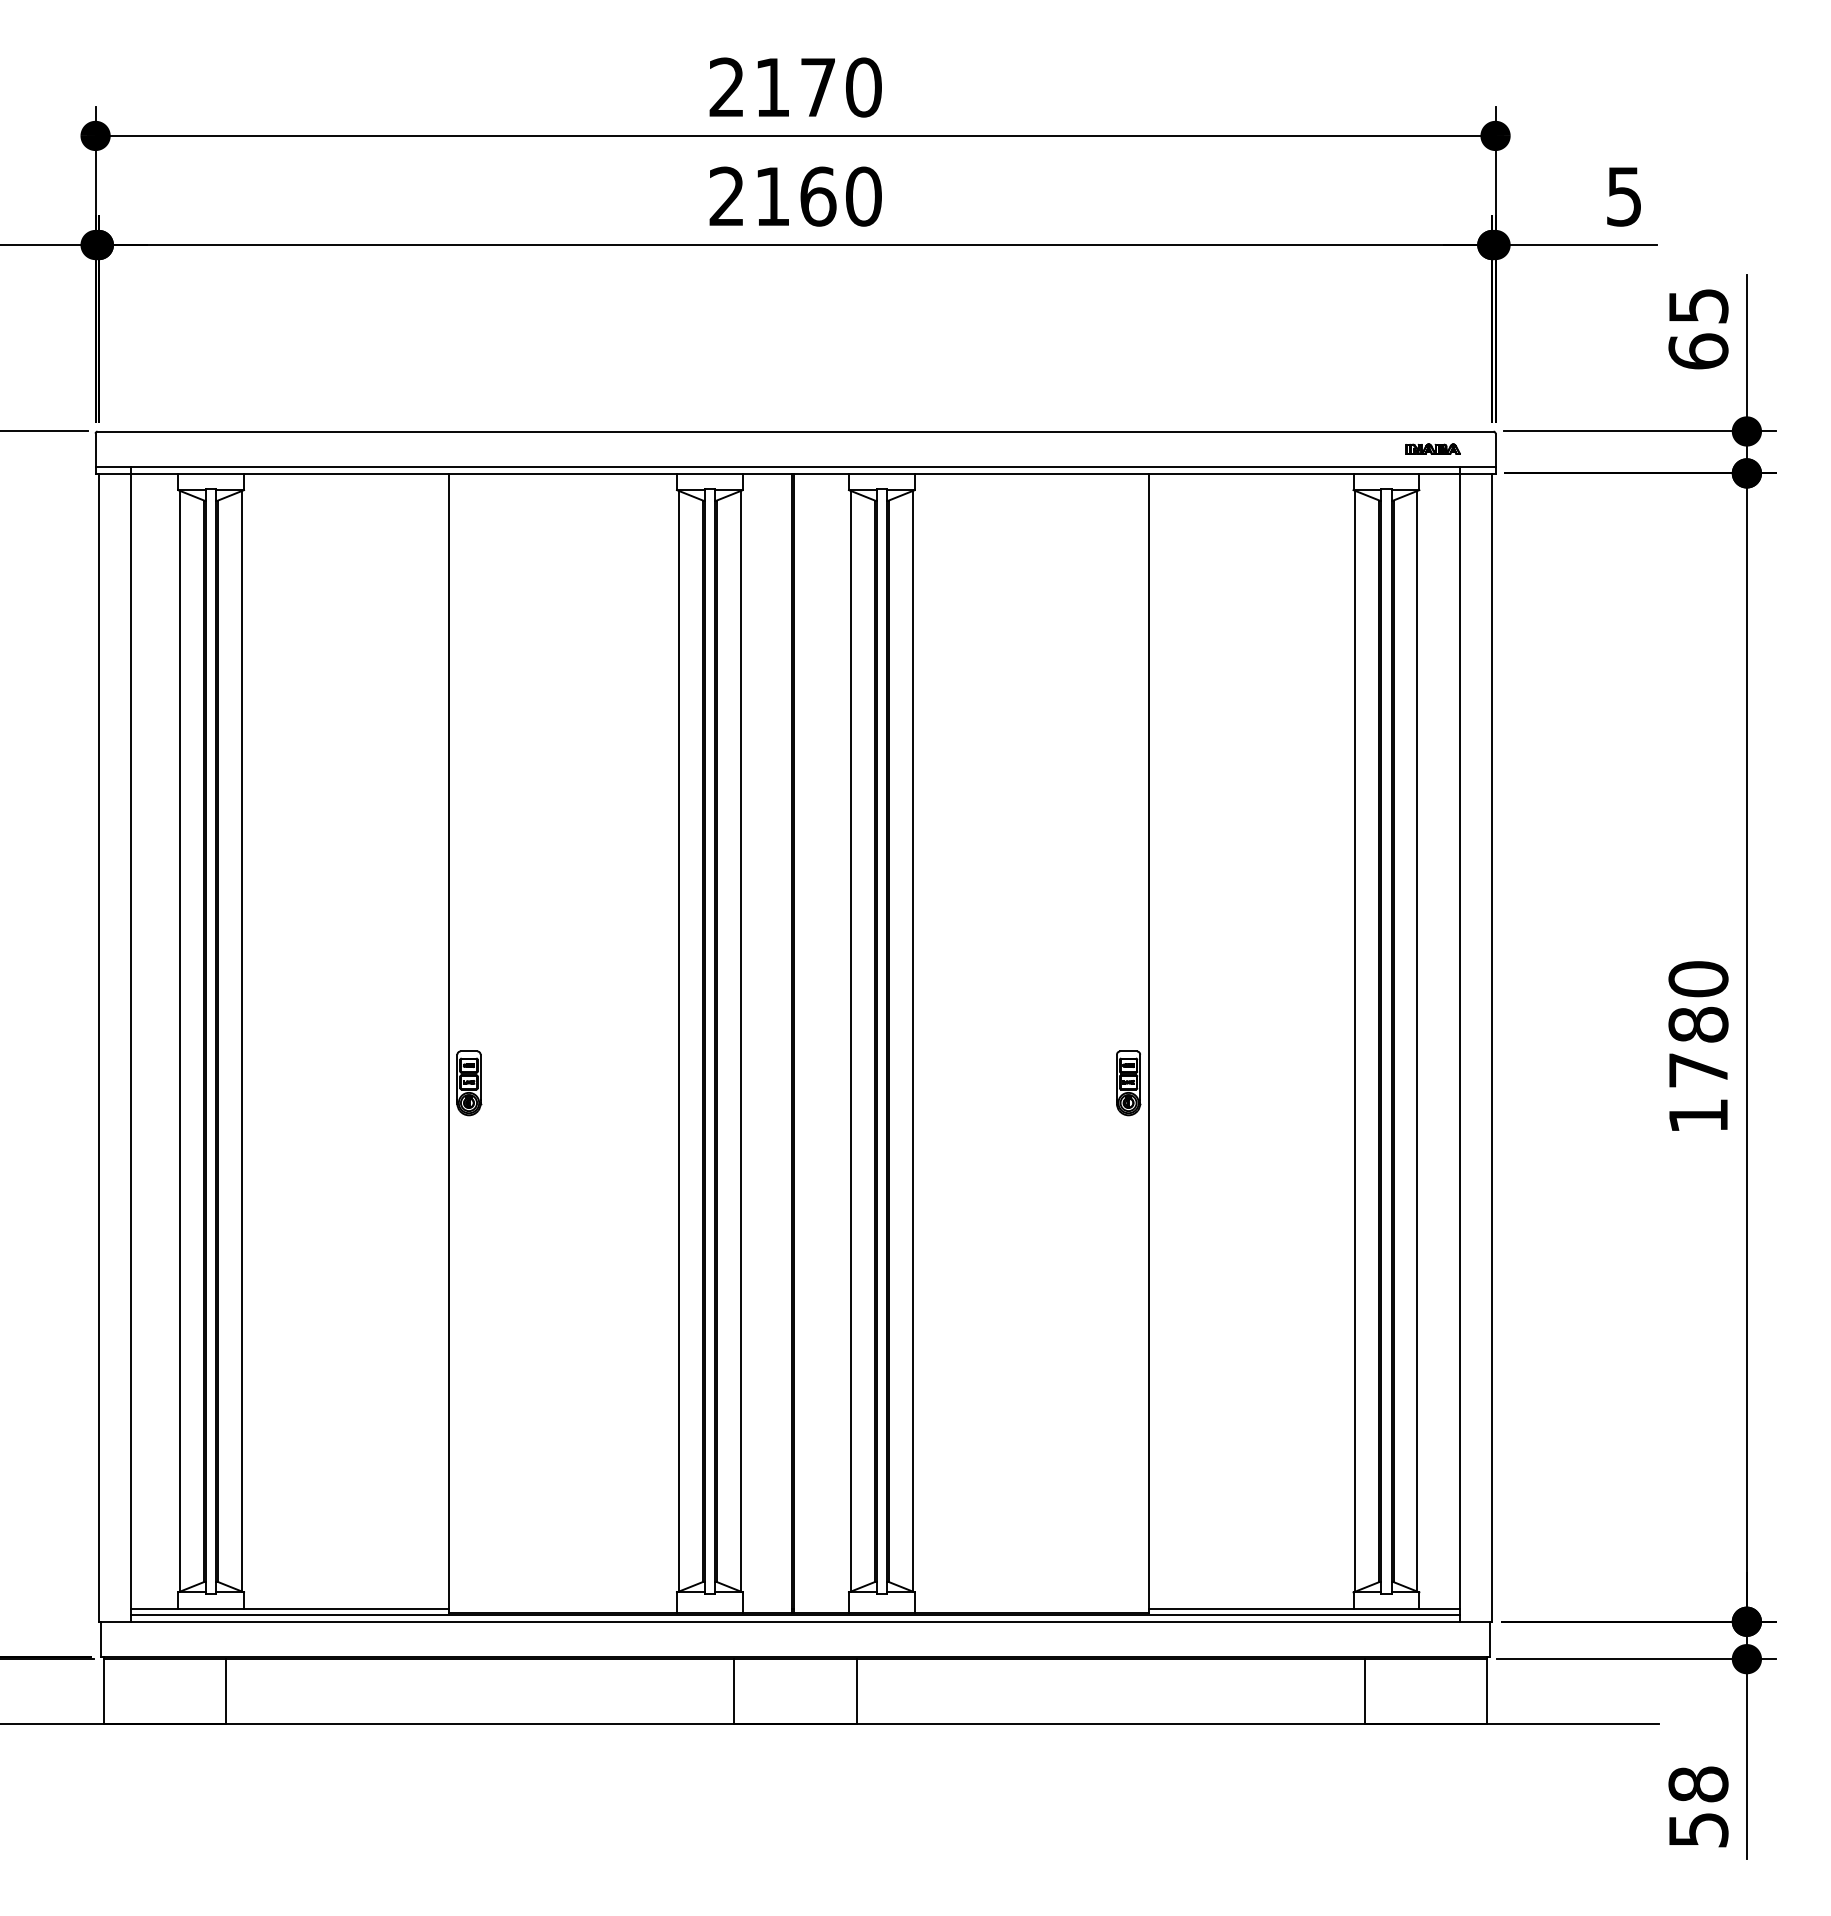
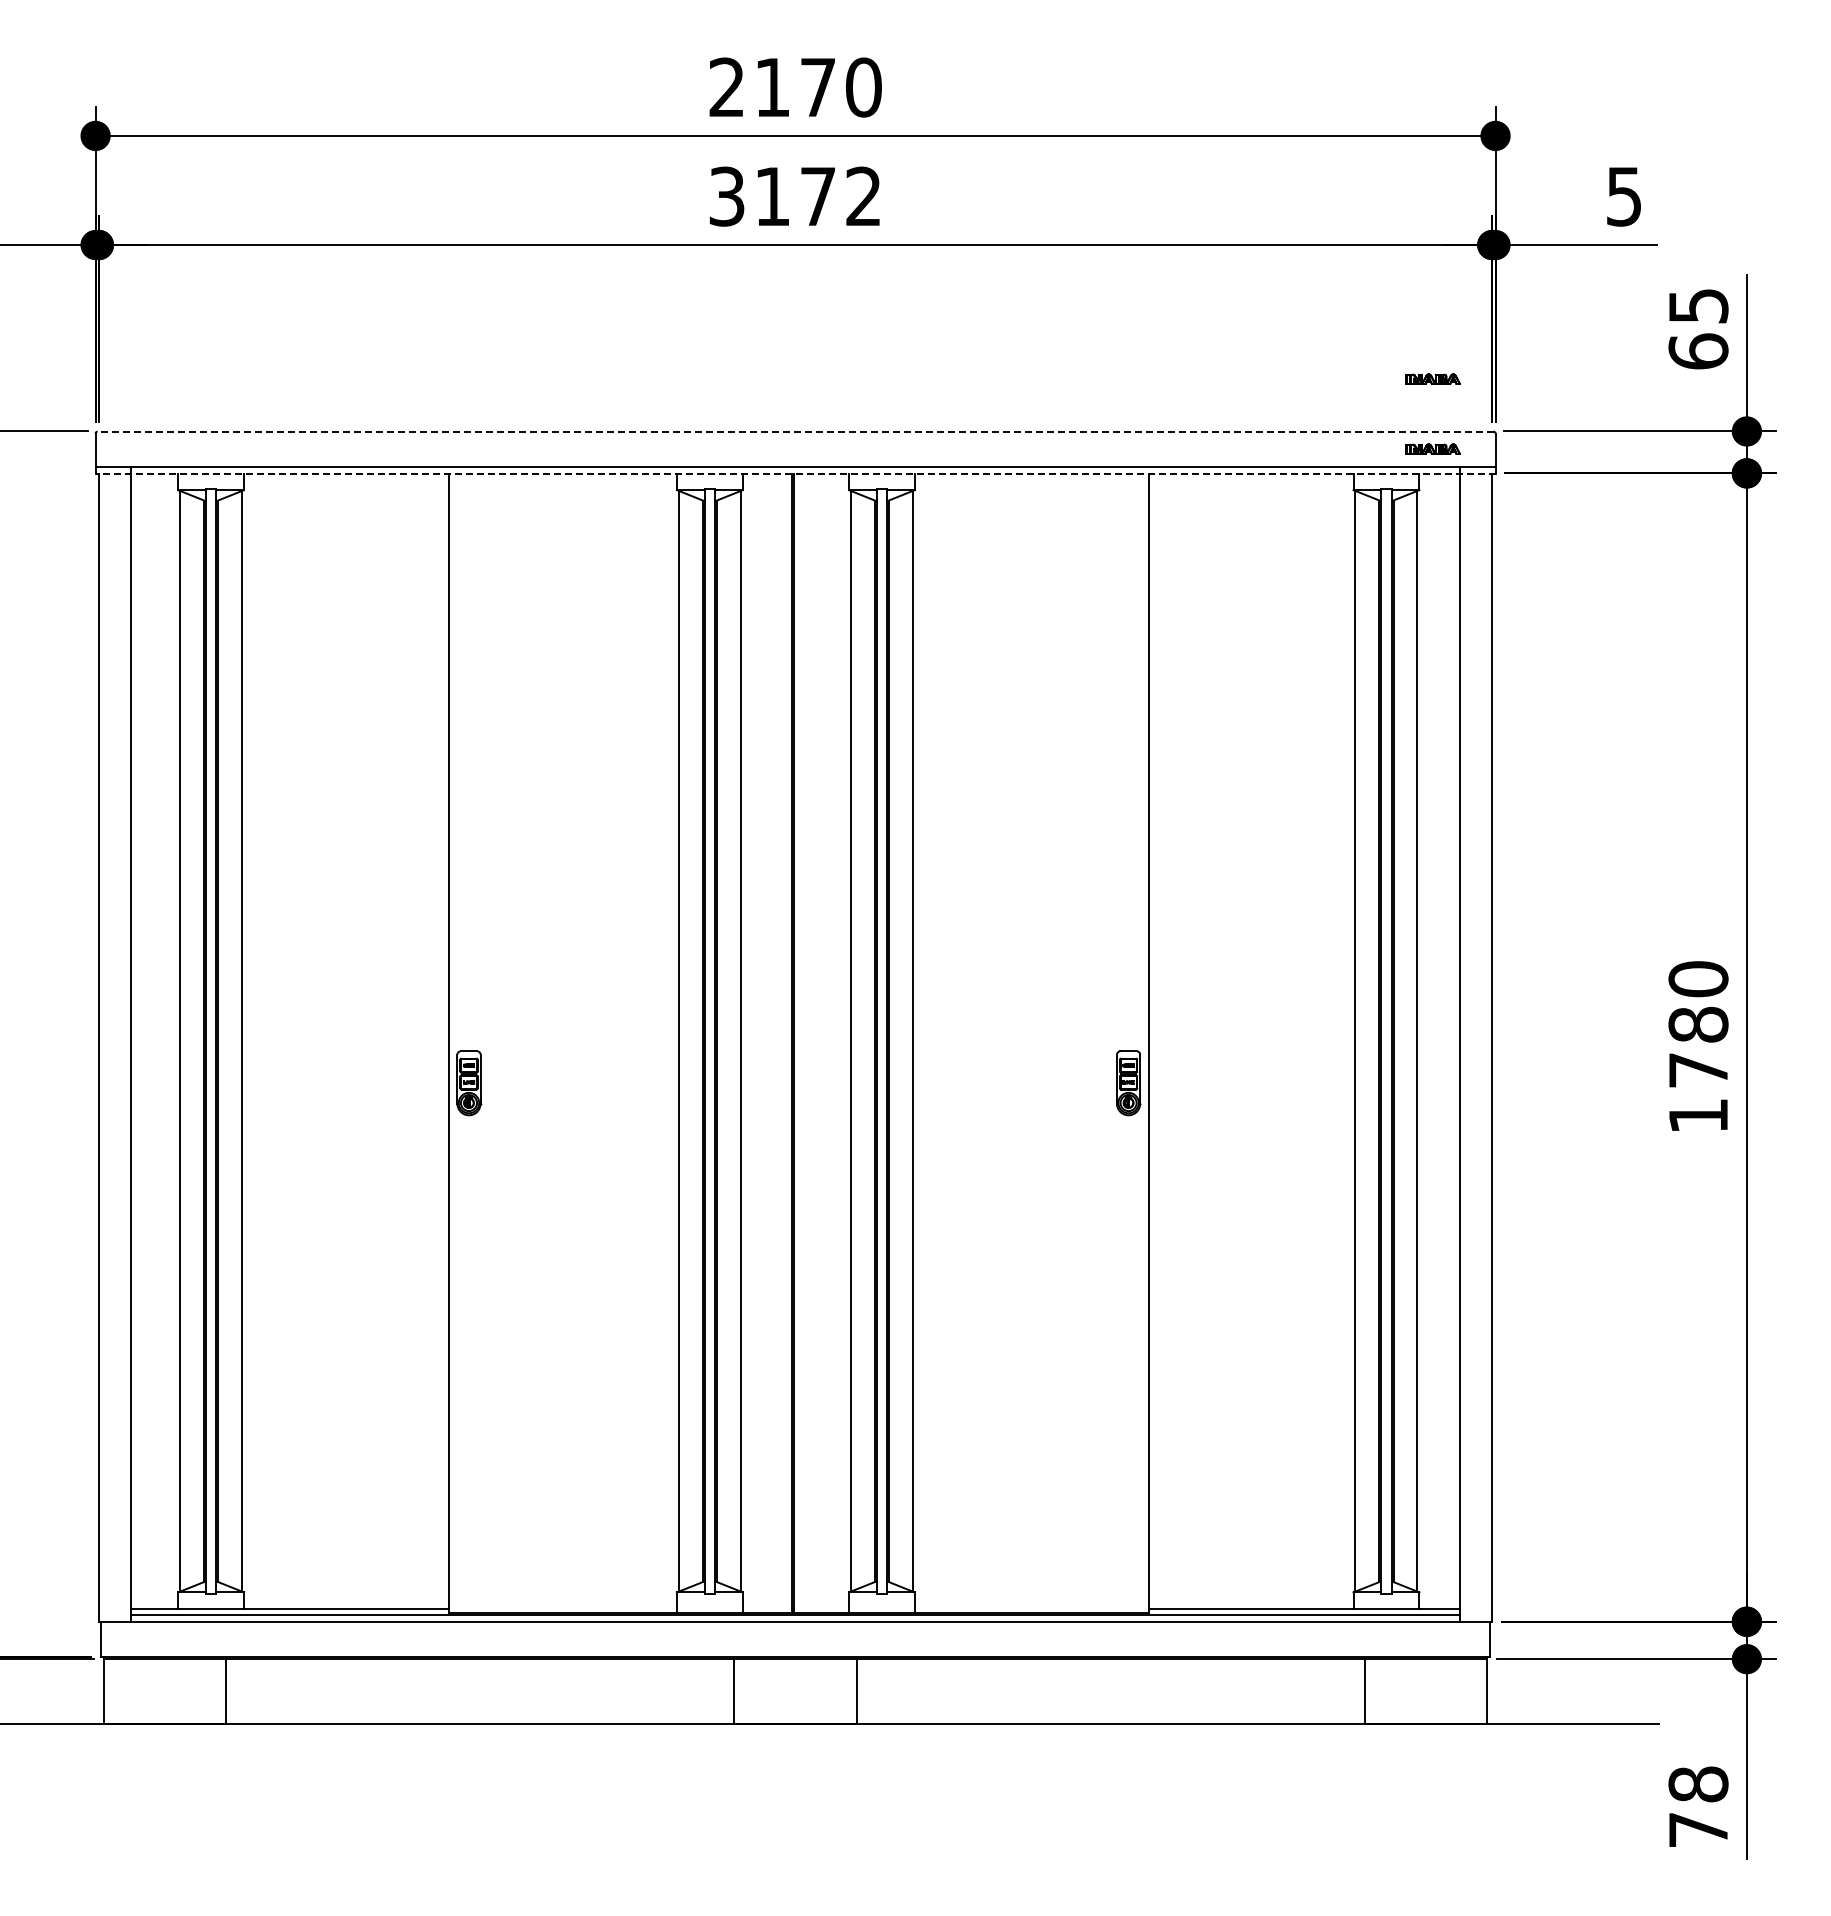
text at (795, 196): 2160 -> 3172
part at (1432, 378): none -> present
line at (795, 431): solid -> dashed
line at (795, 473): solid -> dashed
text at (1698, 1830): 58 -> 78
